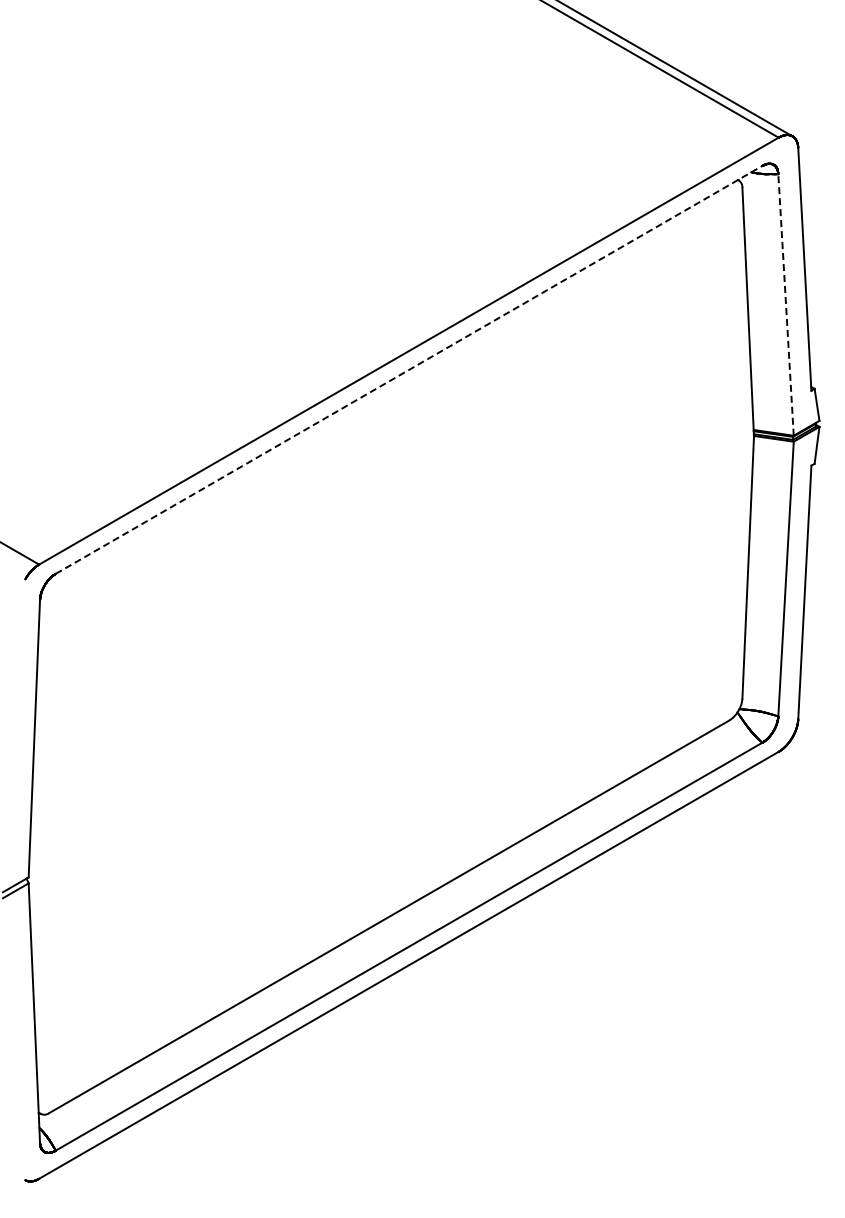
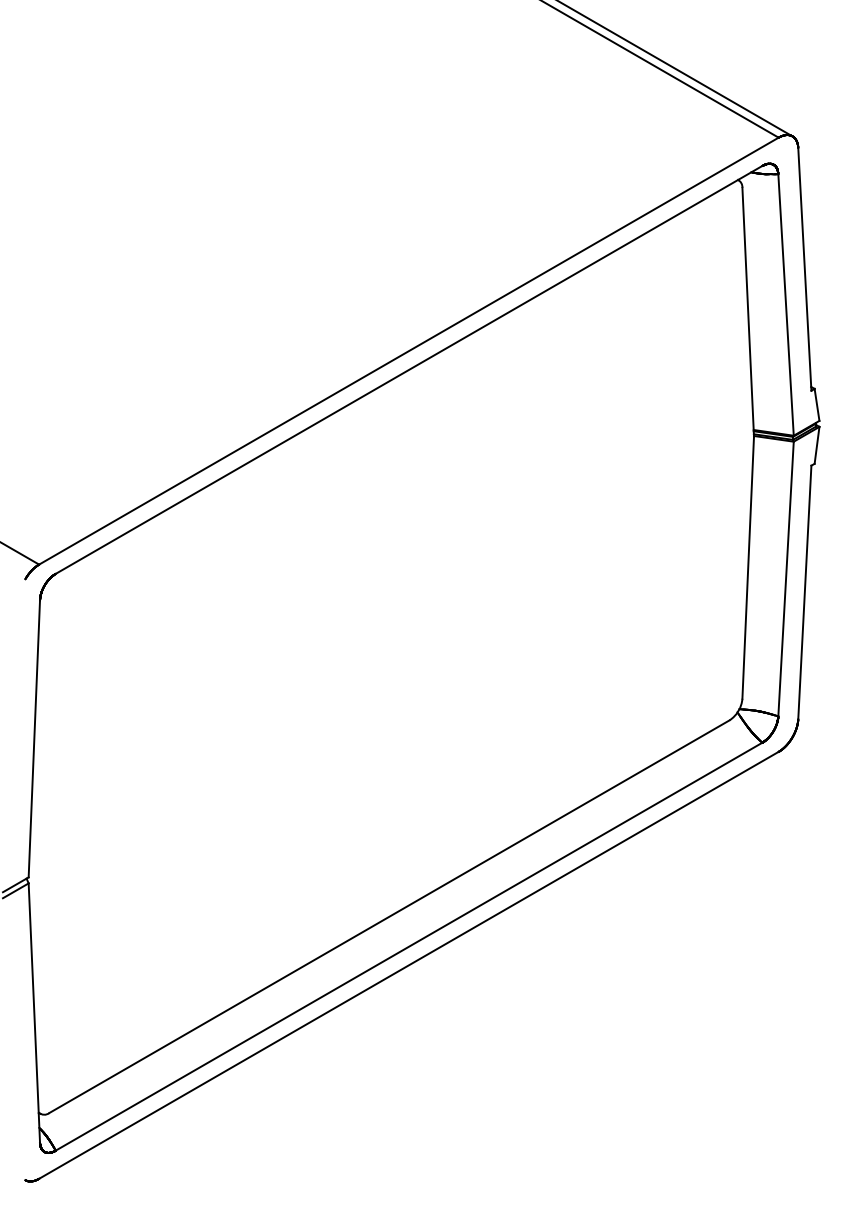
line at (786, 304): dashed -> solid
line at (409, 369): dashed -> solid
